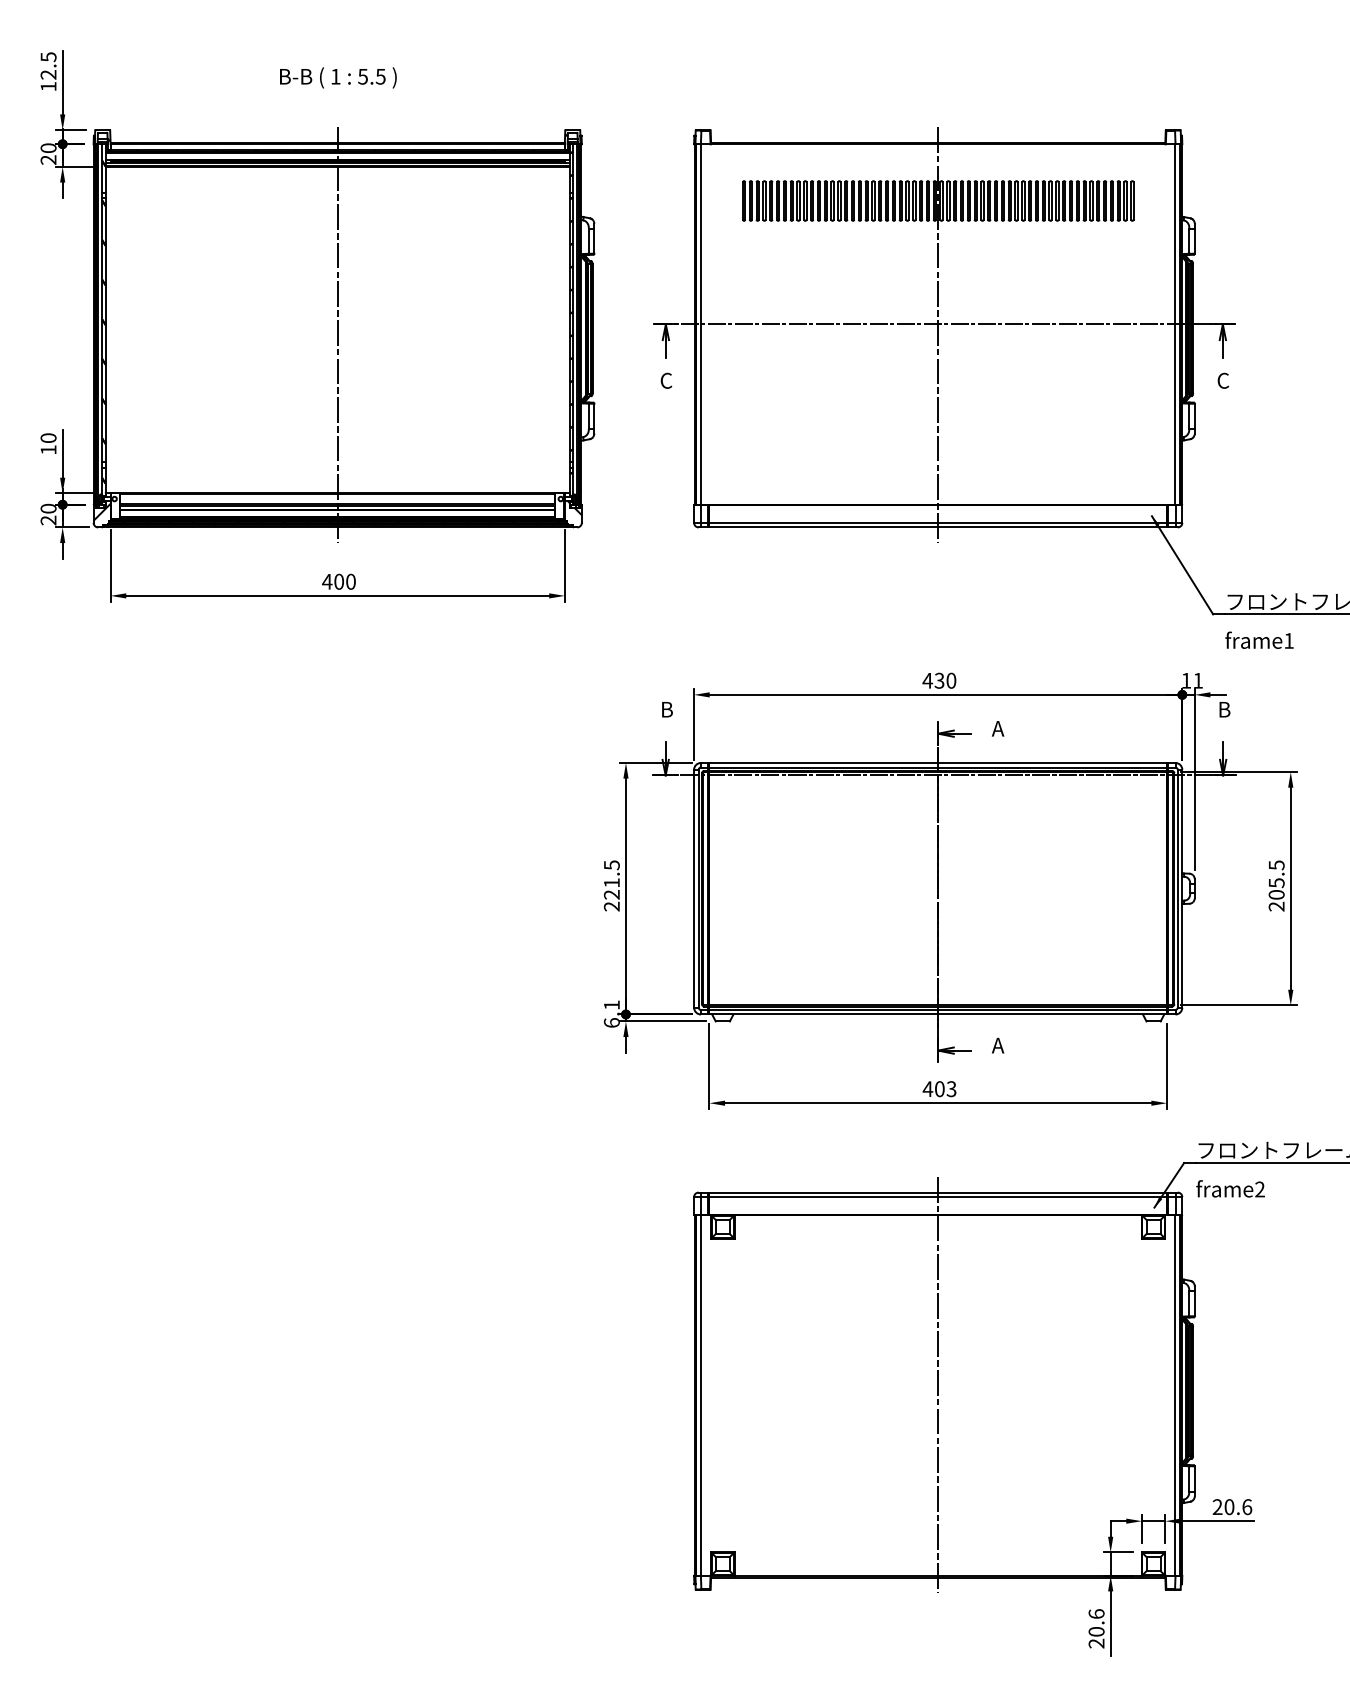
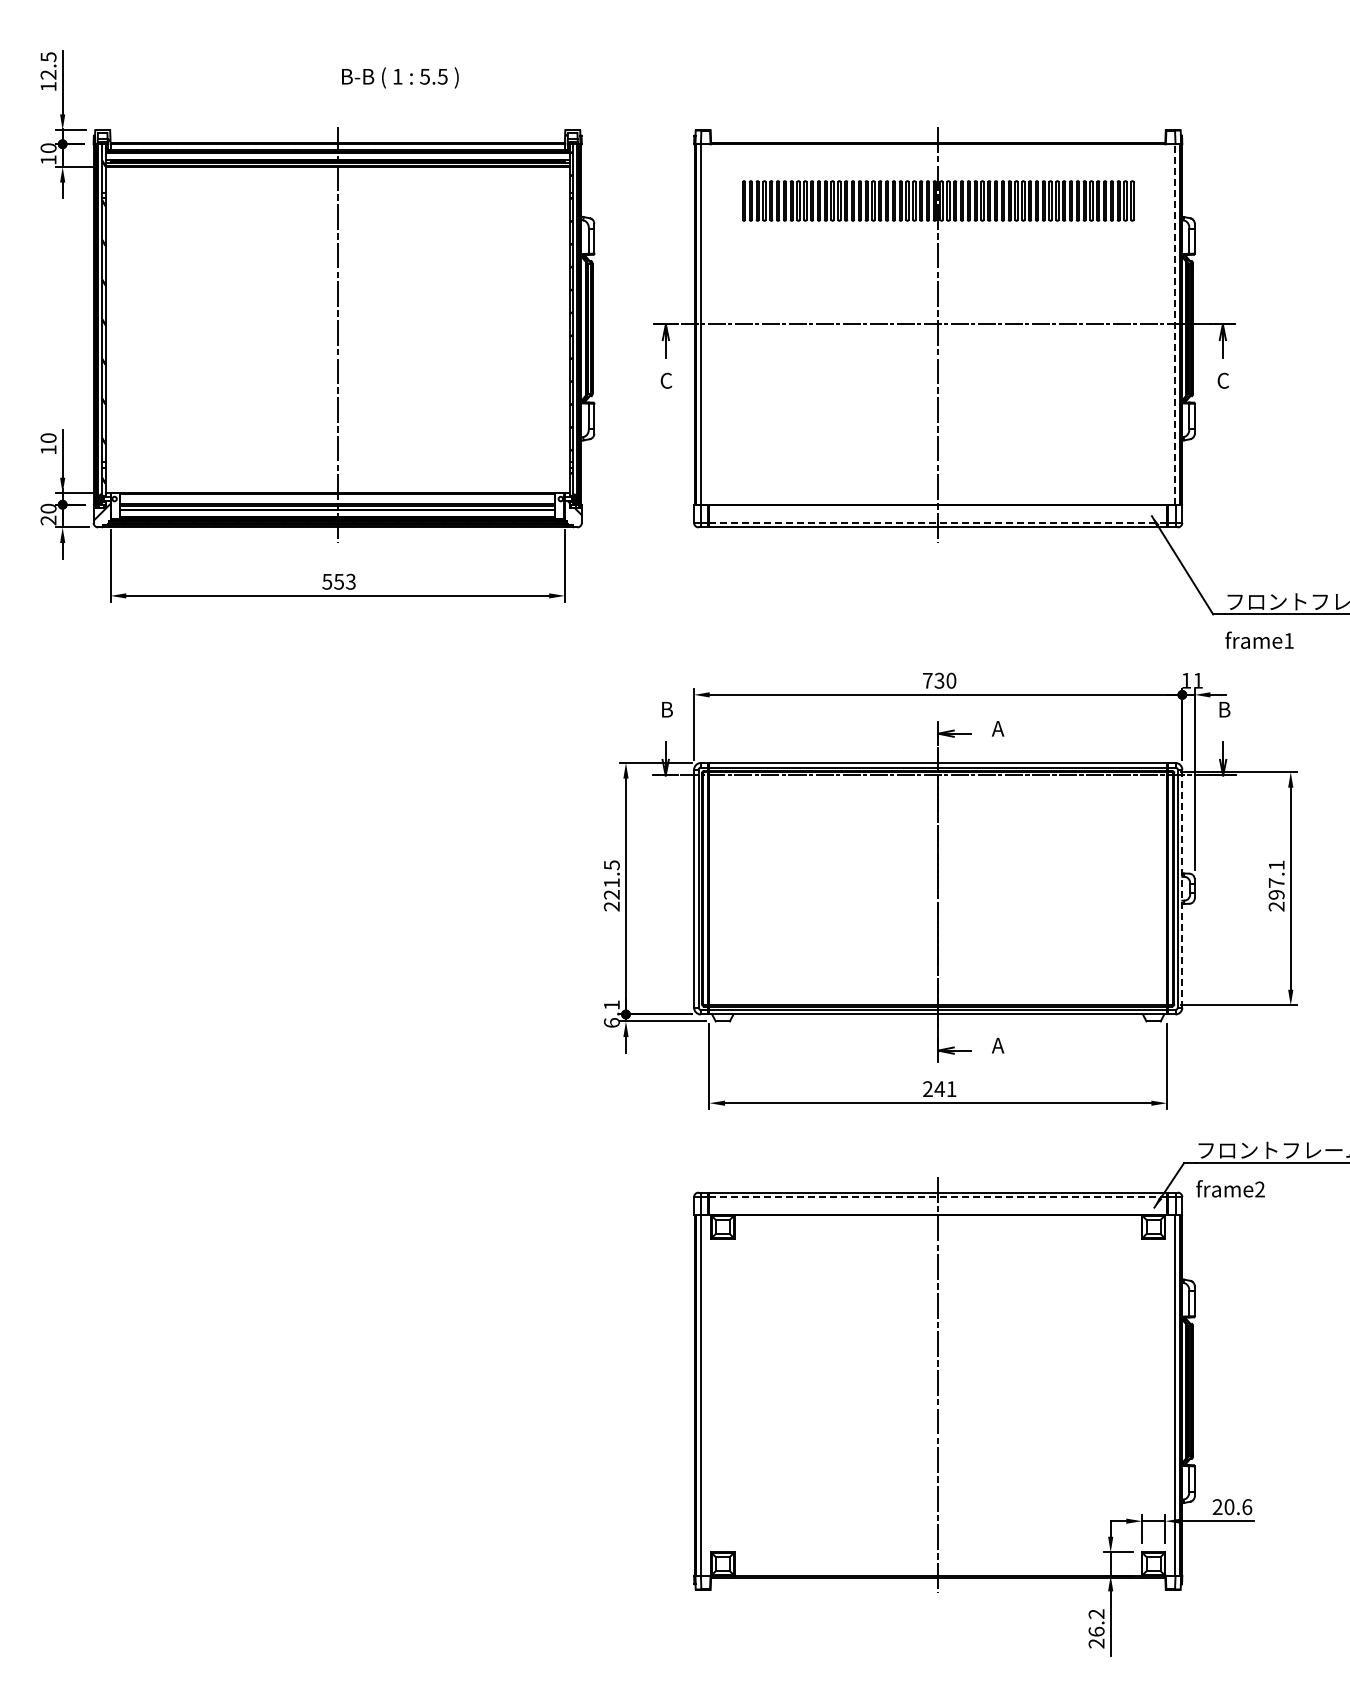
text at (338, 77) position: (338, 77) -> (400, 77)
text at (48, 159): 20 -> 10
line at (1175, 323): solid -> dashed
line at (938, 522): solid -> dashed
text at (338, 581): 400 -> 553
text at (927, 680): 430 -> 730
text at (1276, 879): 205.5 -> 297.1
line at (1182, 888): solid -> dashed
text at (939, 1089): 403 -> 241
line at (938, 1197): solid -> dashed
text at (1096, 1622): 20.6 -> 26.2
